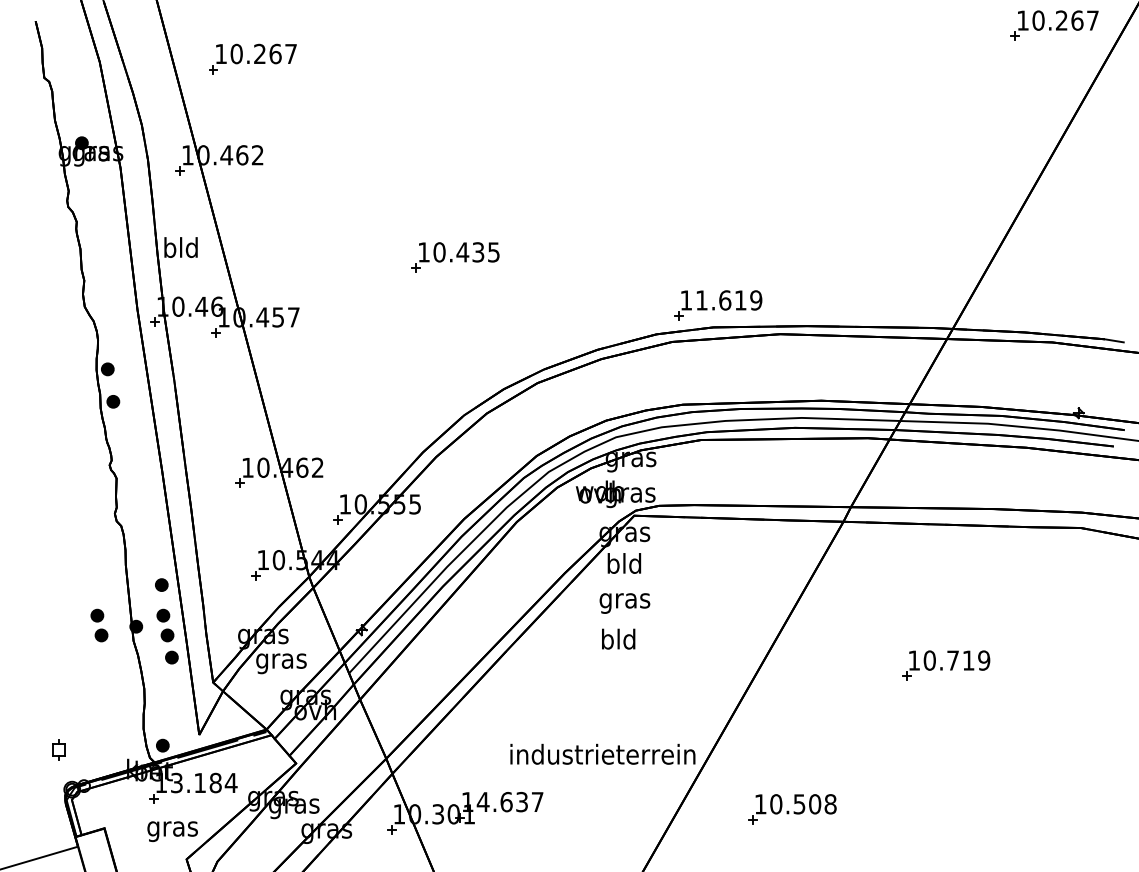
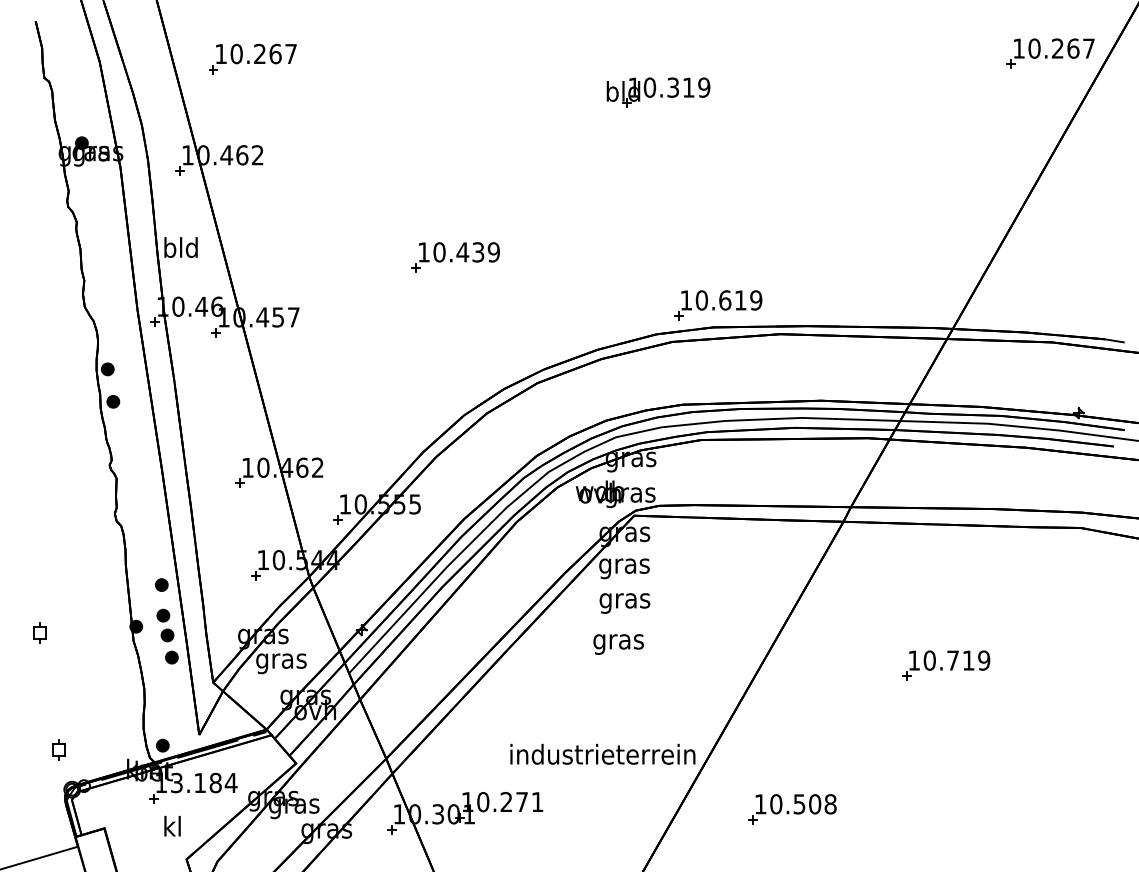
part at (1054, 25) position: (1054, 25) -> (1050, 53)
part at (658, 92): none -> present
text at (493, 252): 10.435 -> 10.439
text at (701, 300): 11.619 -> 10.619
text at (624, 566): bld -> gras
part at (99, 625): present -> none
part at (39, 632): none -> present
text at (618, 641): bld -> gras
text at (509, 801): 14.637 -> 10.271
text at (172, 828): gras -> kl
